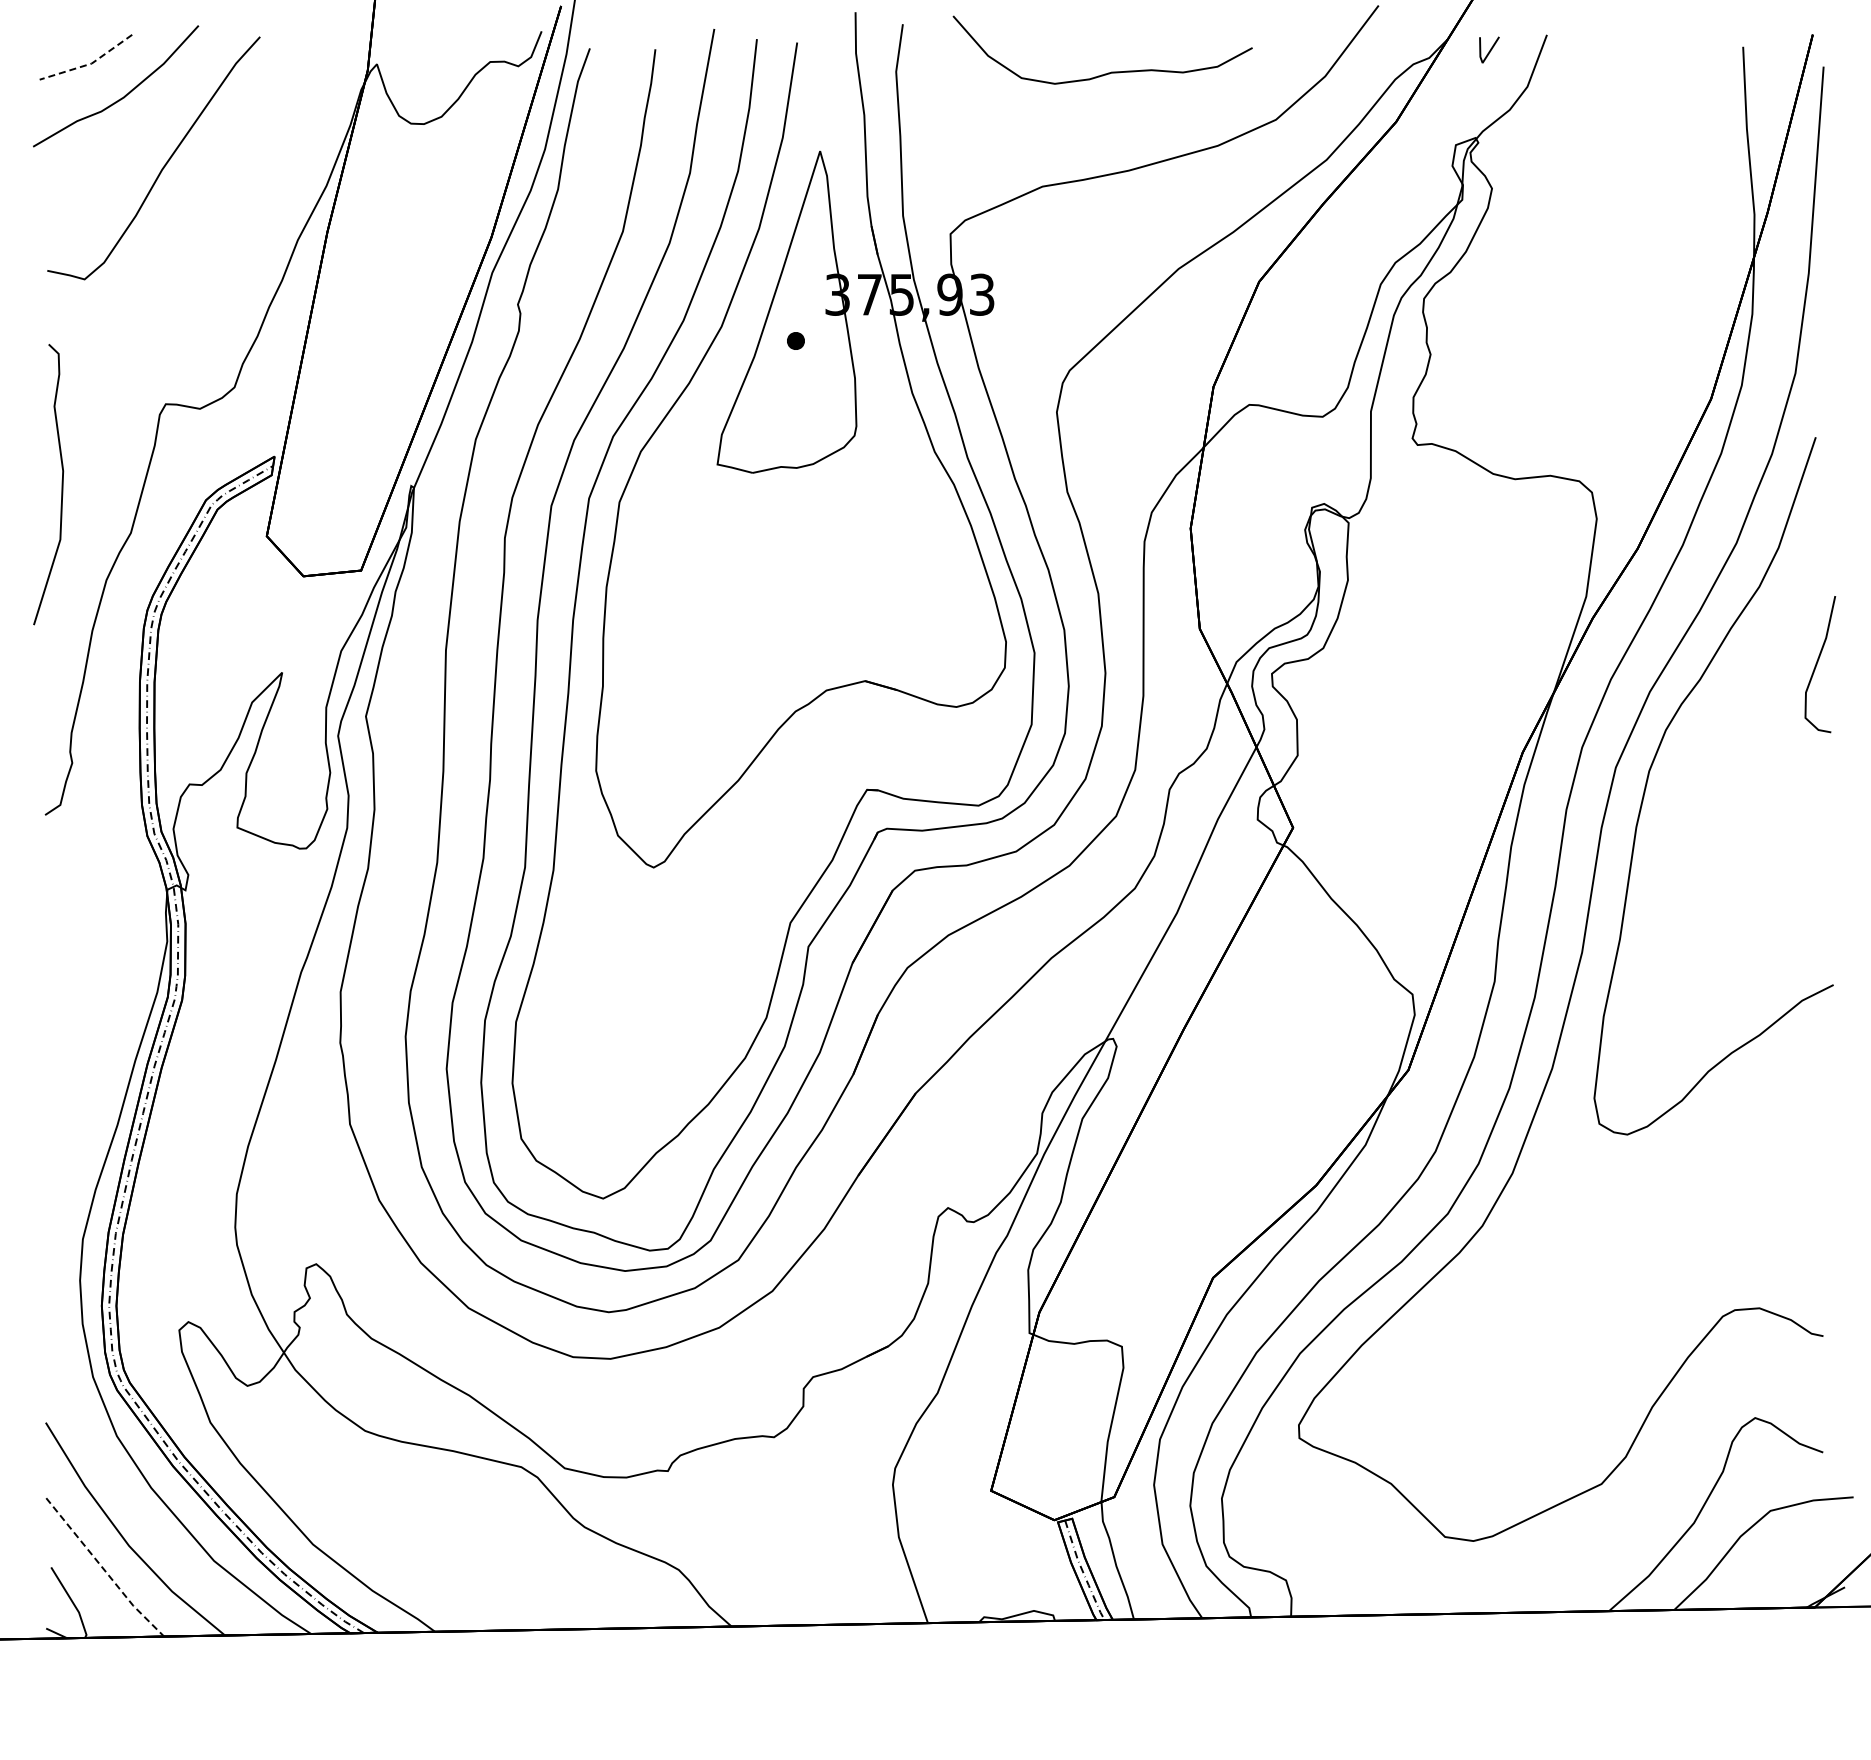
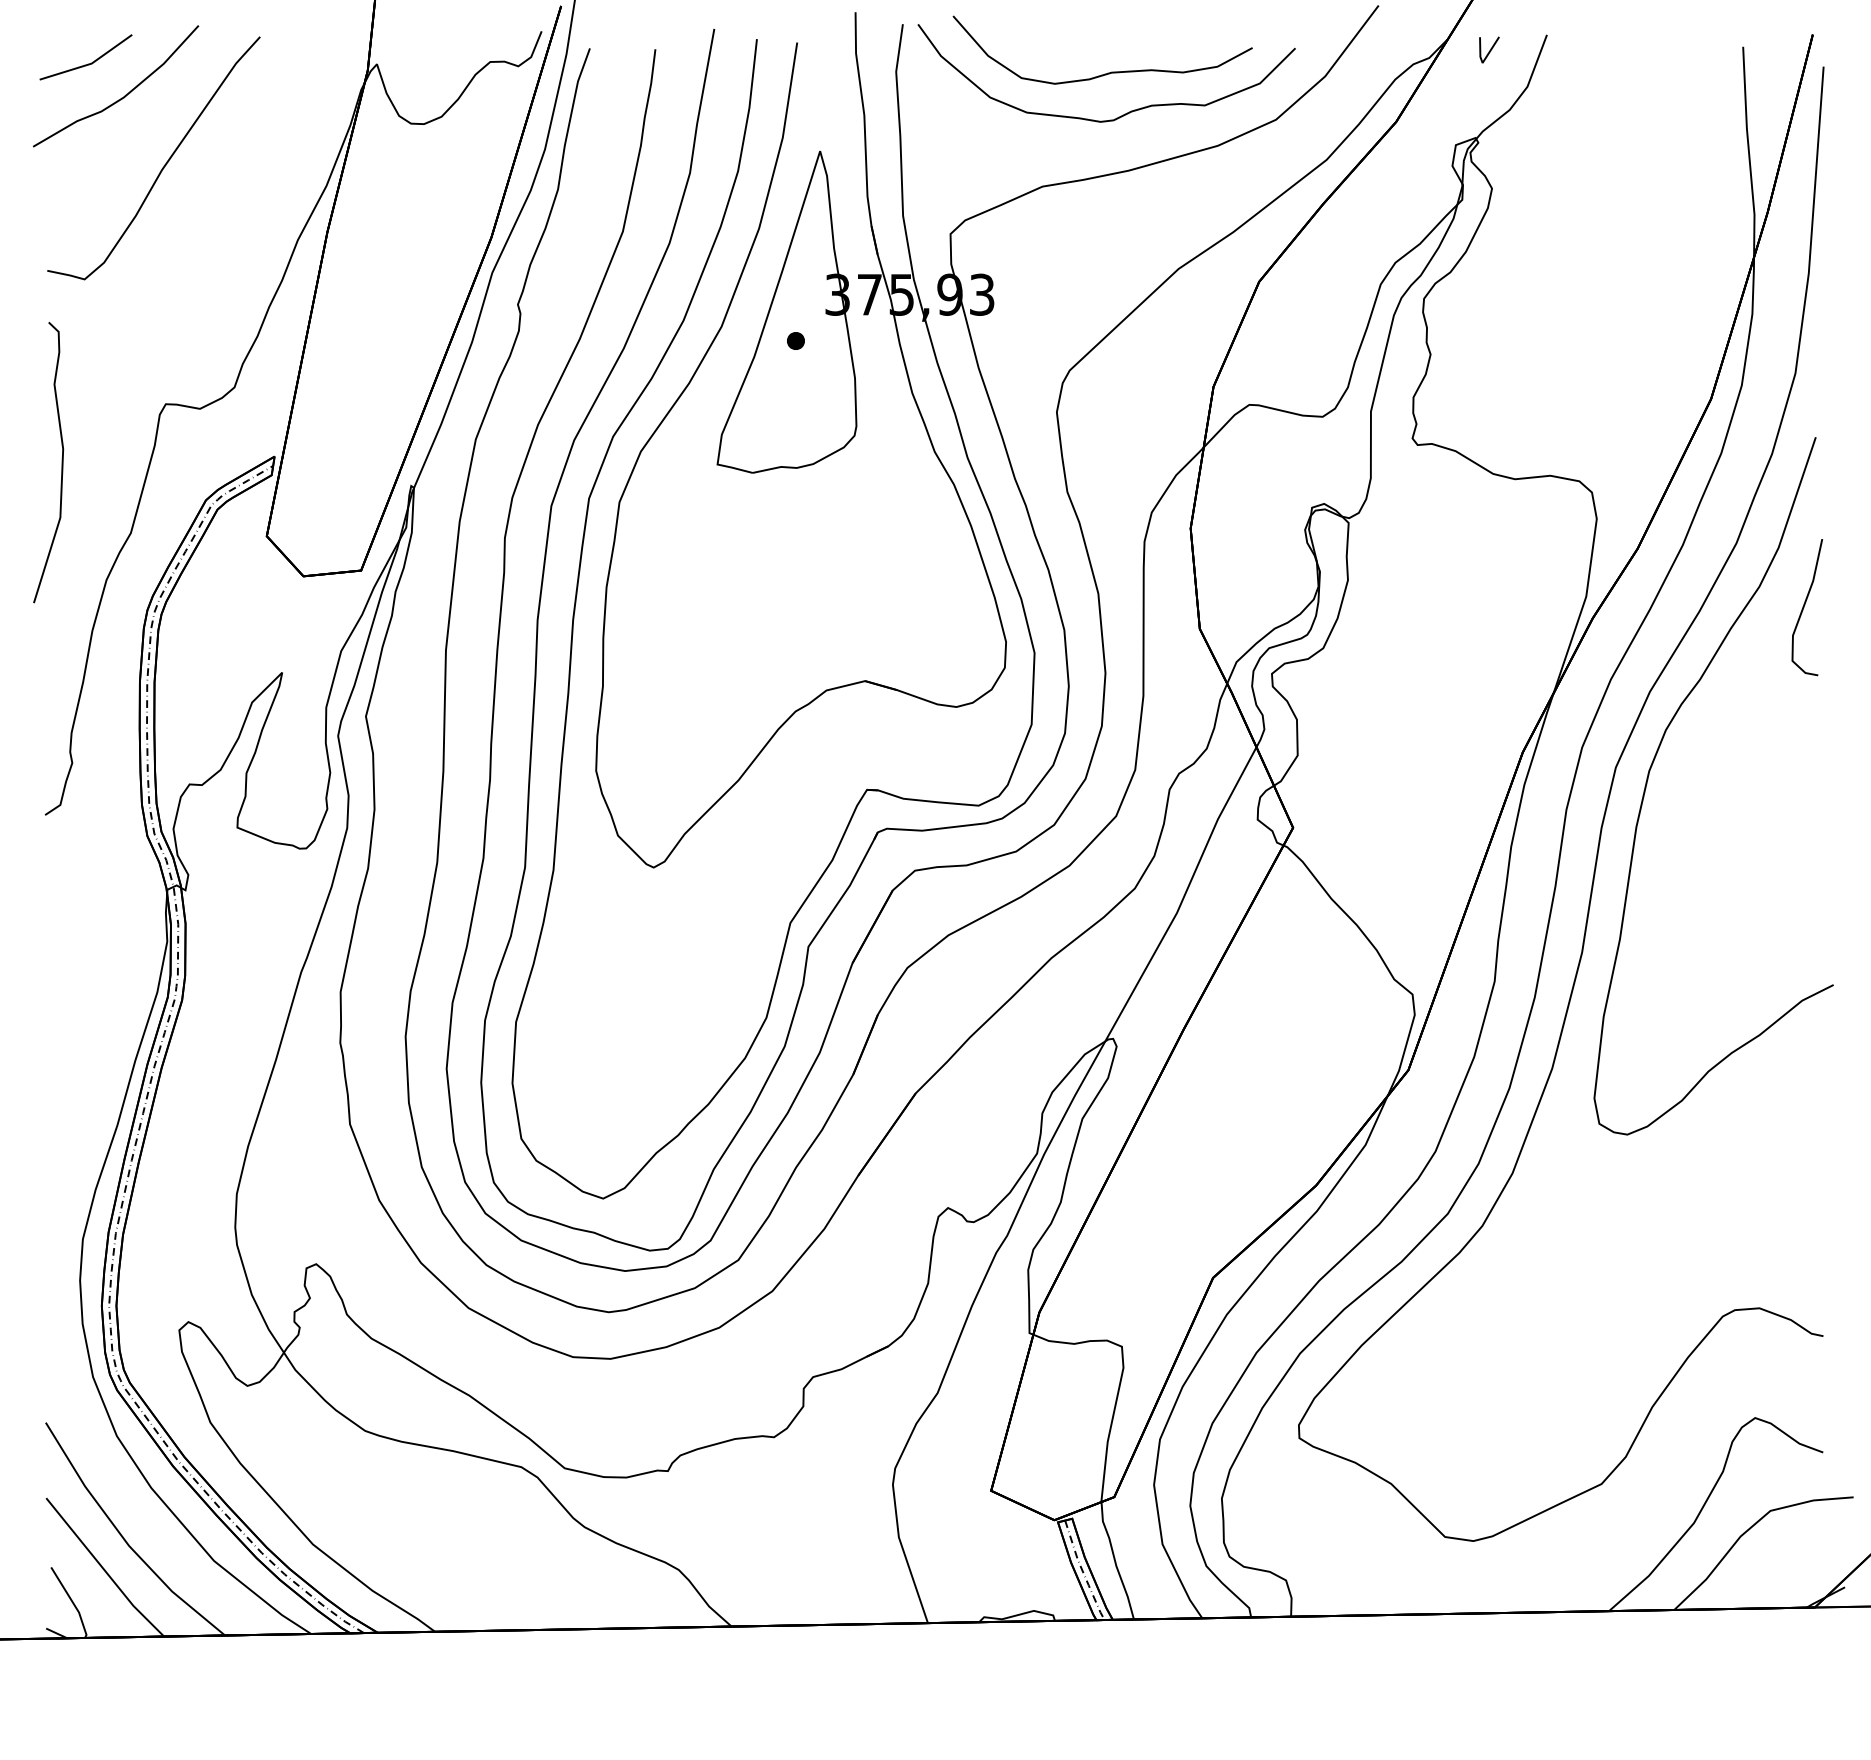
line at (89, 64): dashed -> solid
curve at (1125, 113): none -> present
curve at (61, 484) position: (61, 484) -> (61, 462)
curve at (1818, 662) position: (1818, 662) -> (1805, 605)
line at (103, 1569): dashed -> solid
